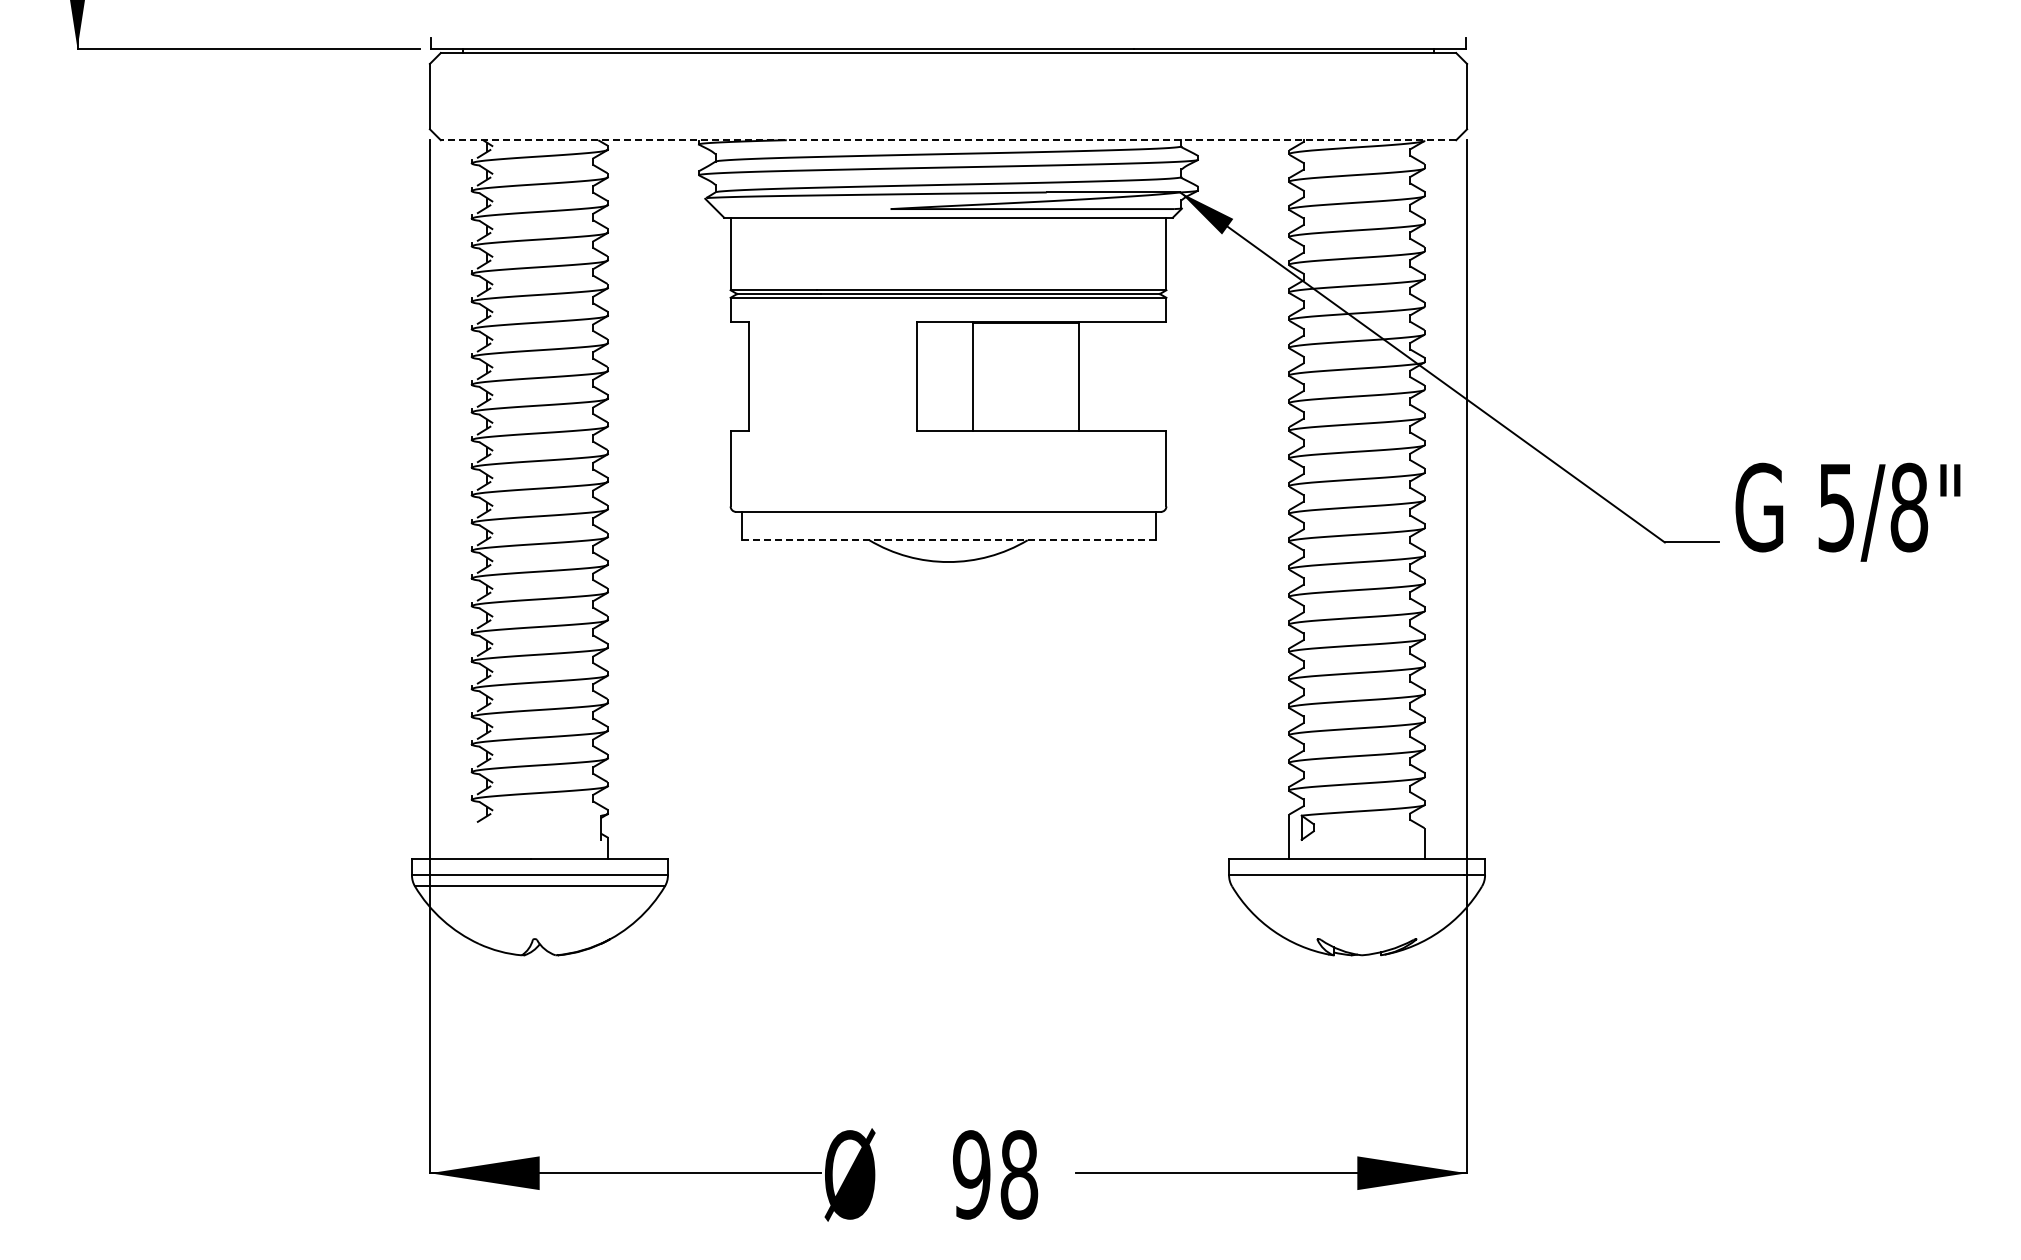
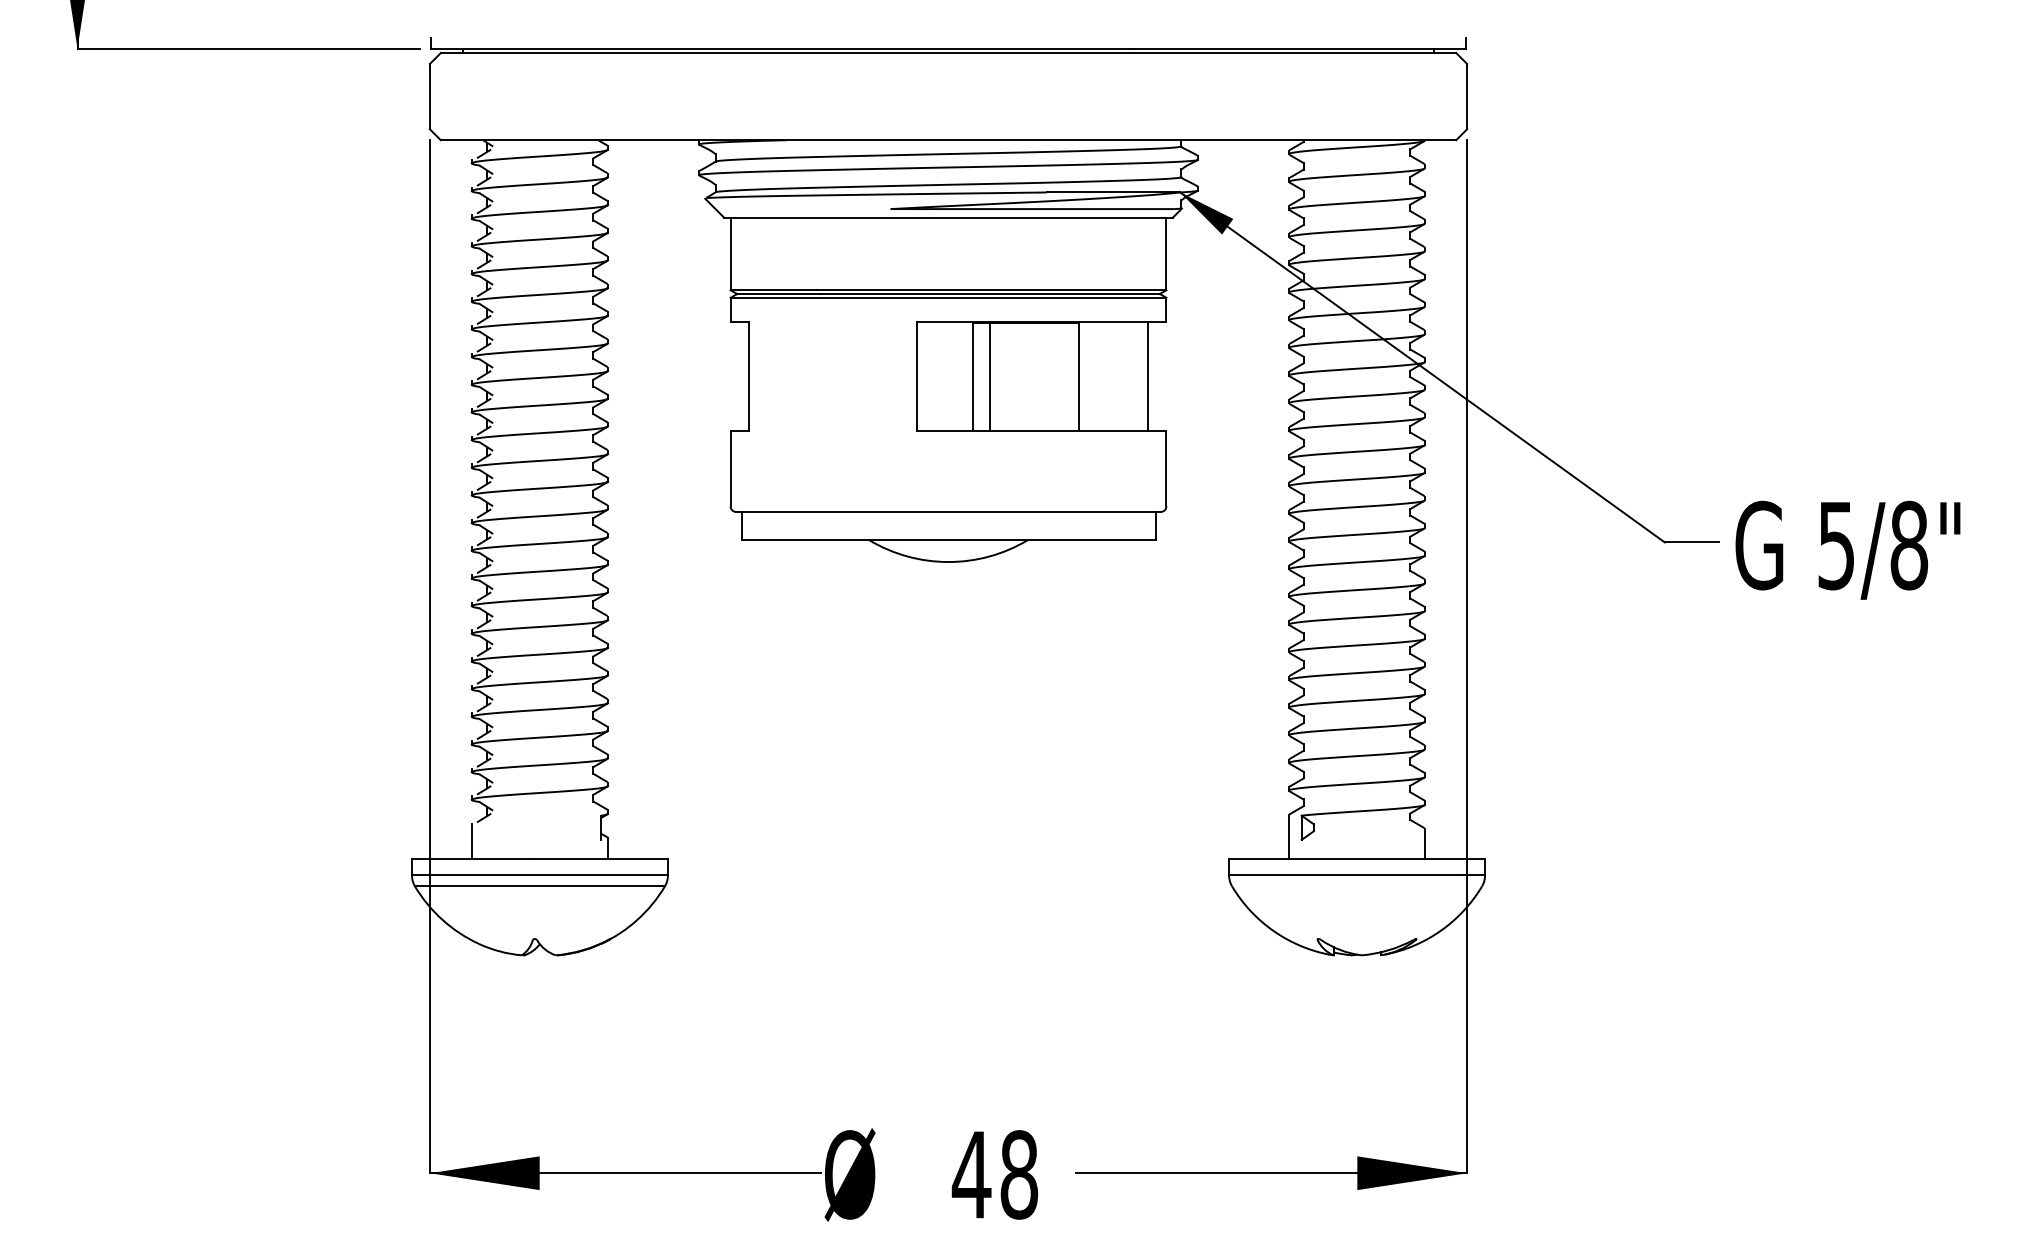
line at (948, 140): dashed -> solid
line at (1147, 376): none -> present
line at (989, 377): none -> present
text at (1847, 511) position: (1847, 511) -> (1847, 549)
line at (948, 540): dashed -> solid
line at (471, 841): none -> present
text at (971, 1174): 98 -> 48
